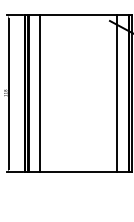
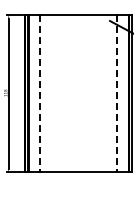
line at (40, 94): solid -> dashed
line at (117, 94): solid -> dashed
